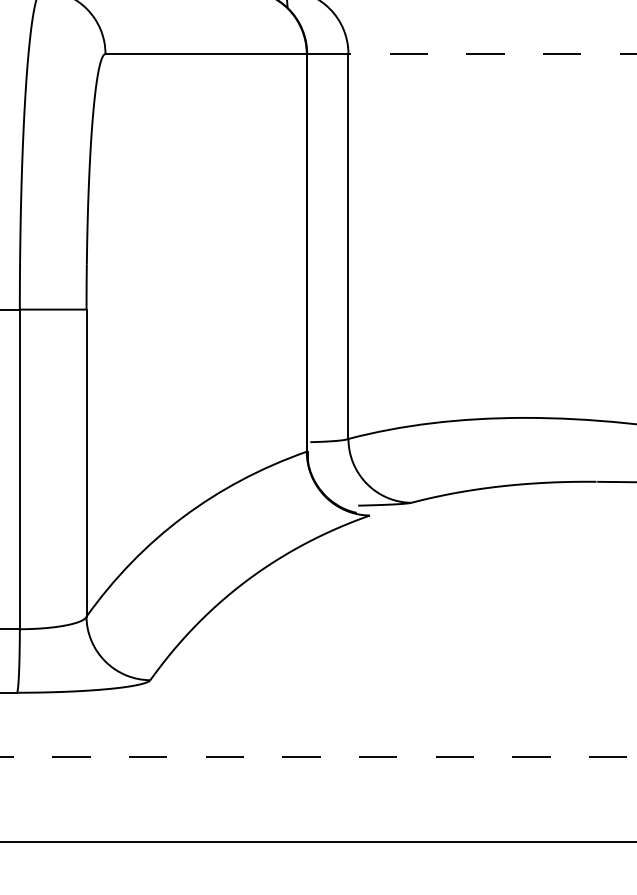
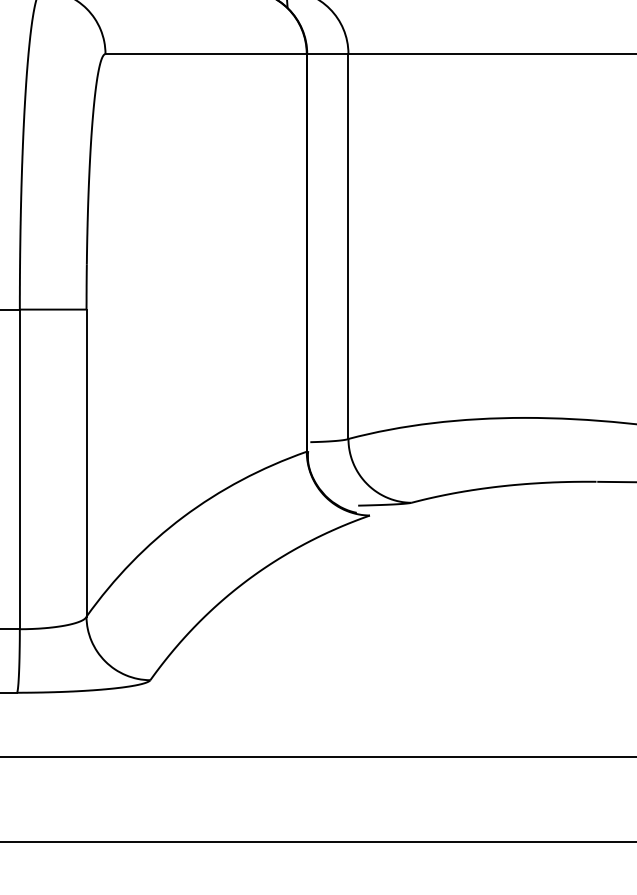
line at (492, 54): dashed -> solid
line at (318, 757): dashed -> solid
